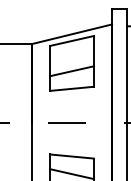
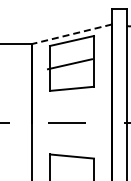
line at (71, 34): solid -> dashed
line at (71, 71) position: (71, 71) -> (69, 64)
line at (68, 173): present -> none
